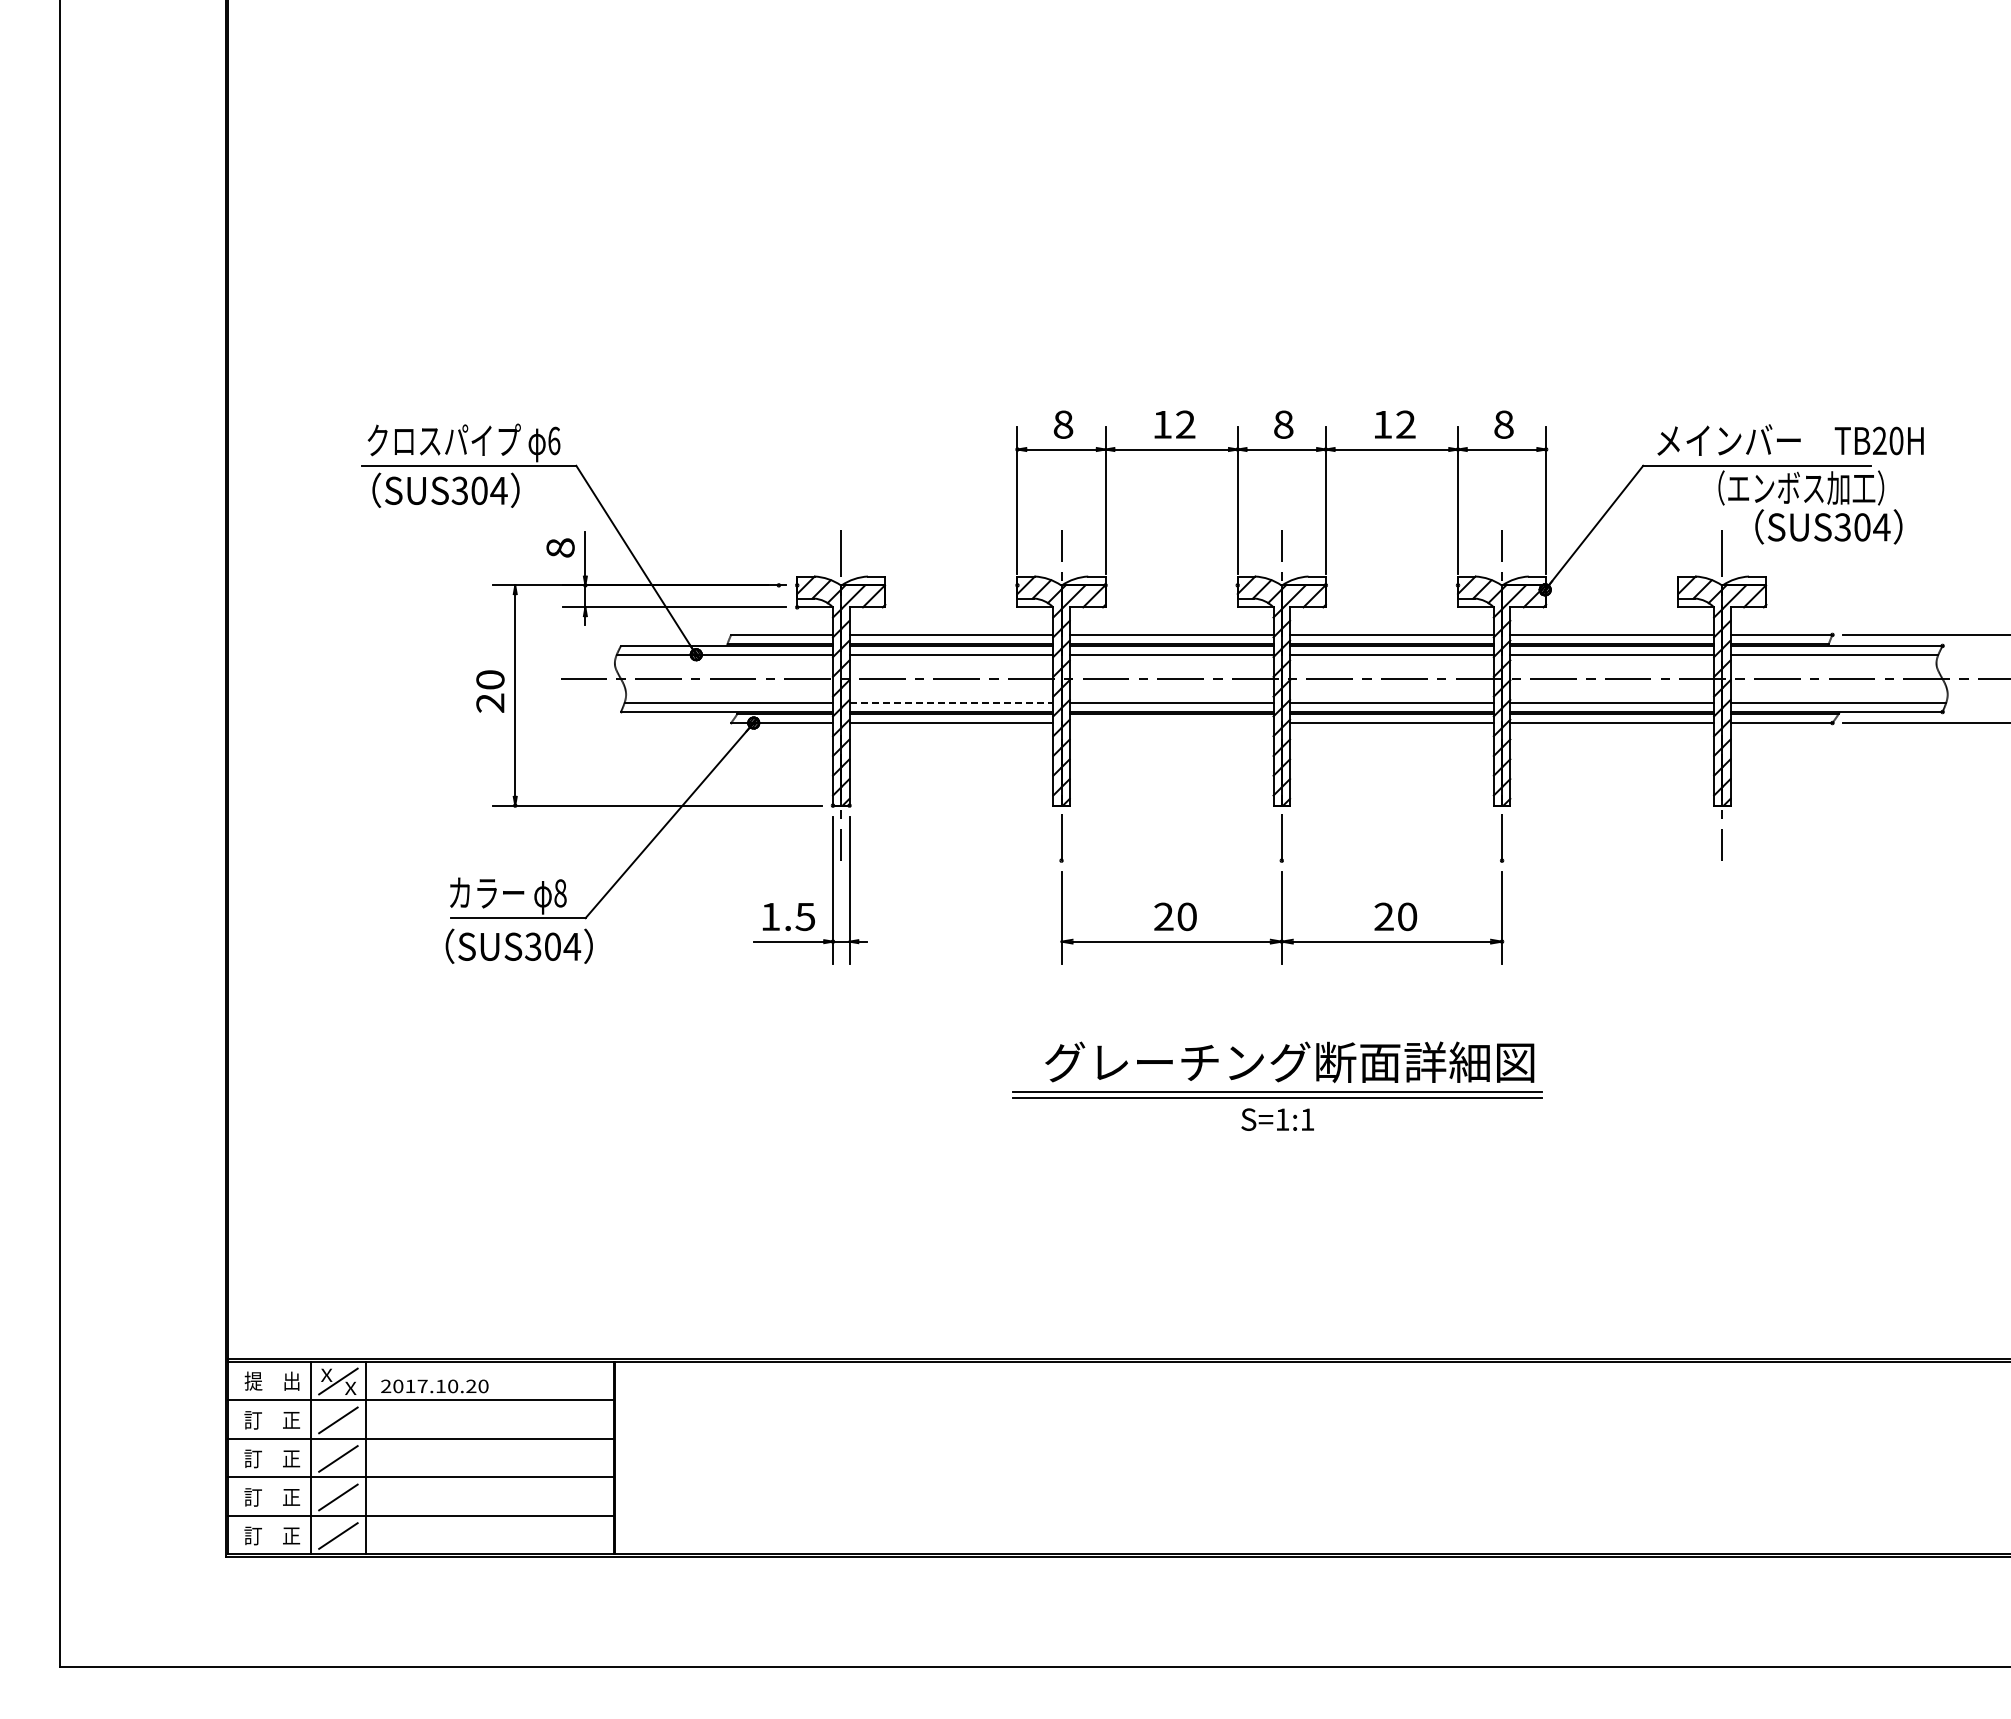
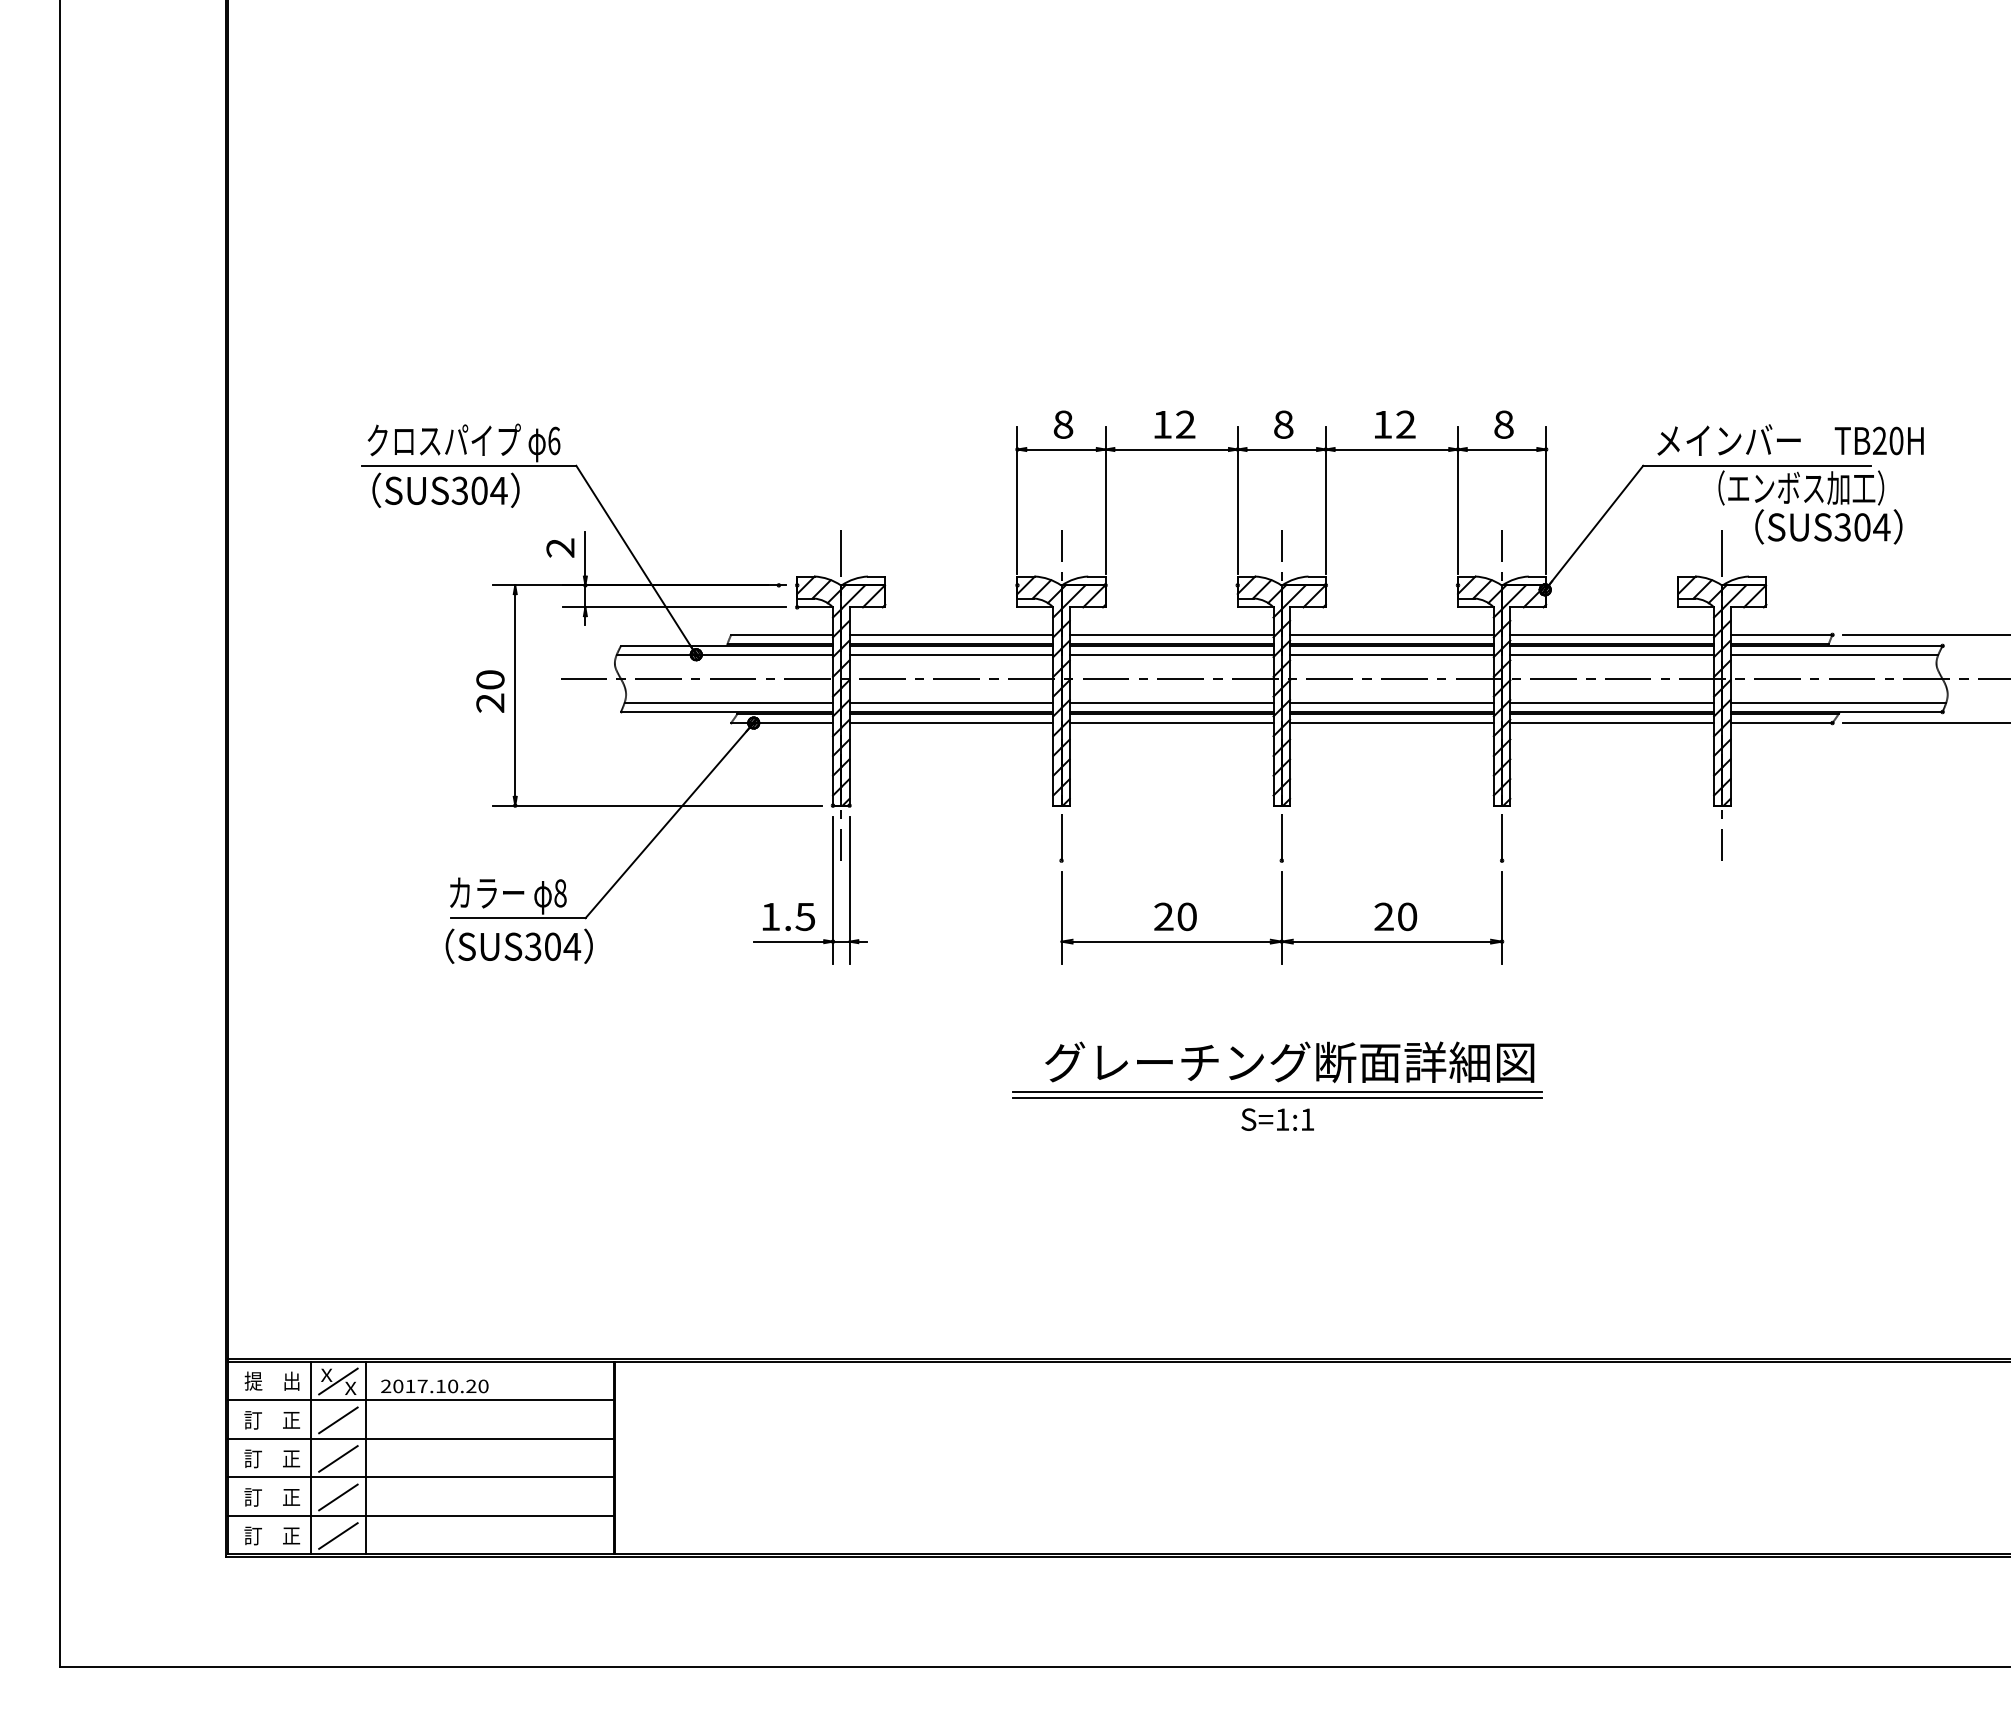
text at (560, 547): 8 -> 2
line at (951, 703): dashed -> solid
line at (1171, 723): none -> present
